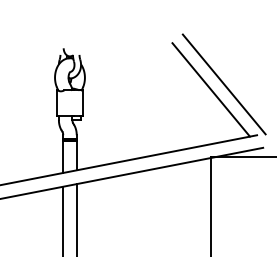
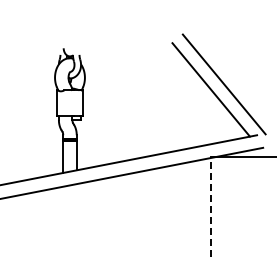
line at (211, 206): solid -> dashed
line at (76, 218): present -> none
line at (63, 219): present -> none
